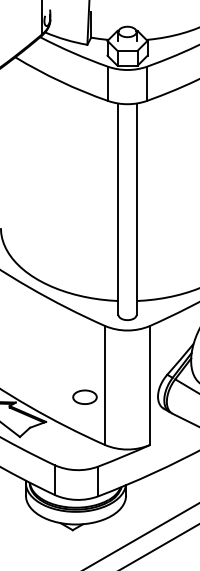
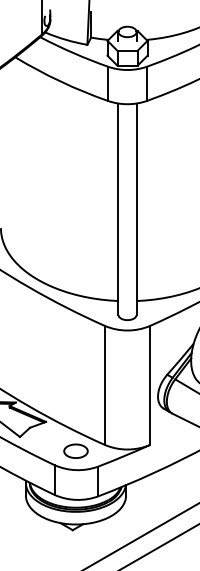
part at (84, 396) position: (84, 396) -> (75, 450)
